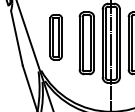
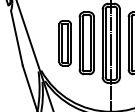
part at (55, 37) position: (55, 37) -> (64, 43)
